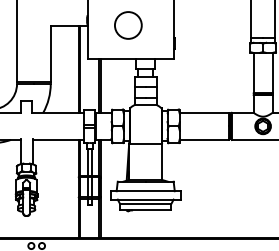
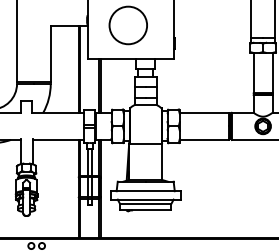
circle at (128, 25) size: 29x29 px -> 40x41 px
